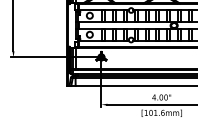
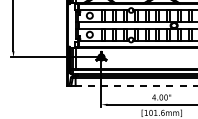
line at (136, 85): solid -> dashed
